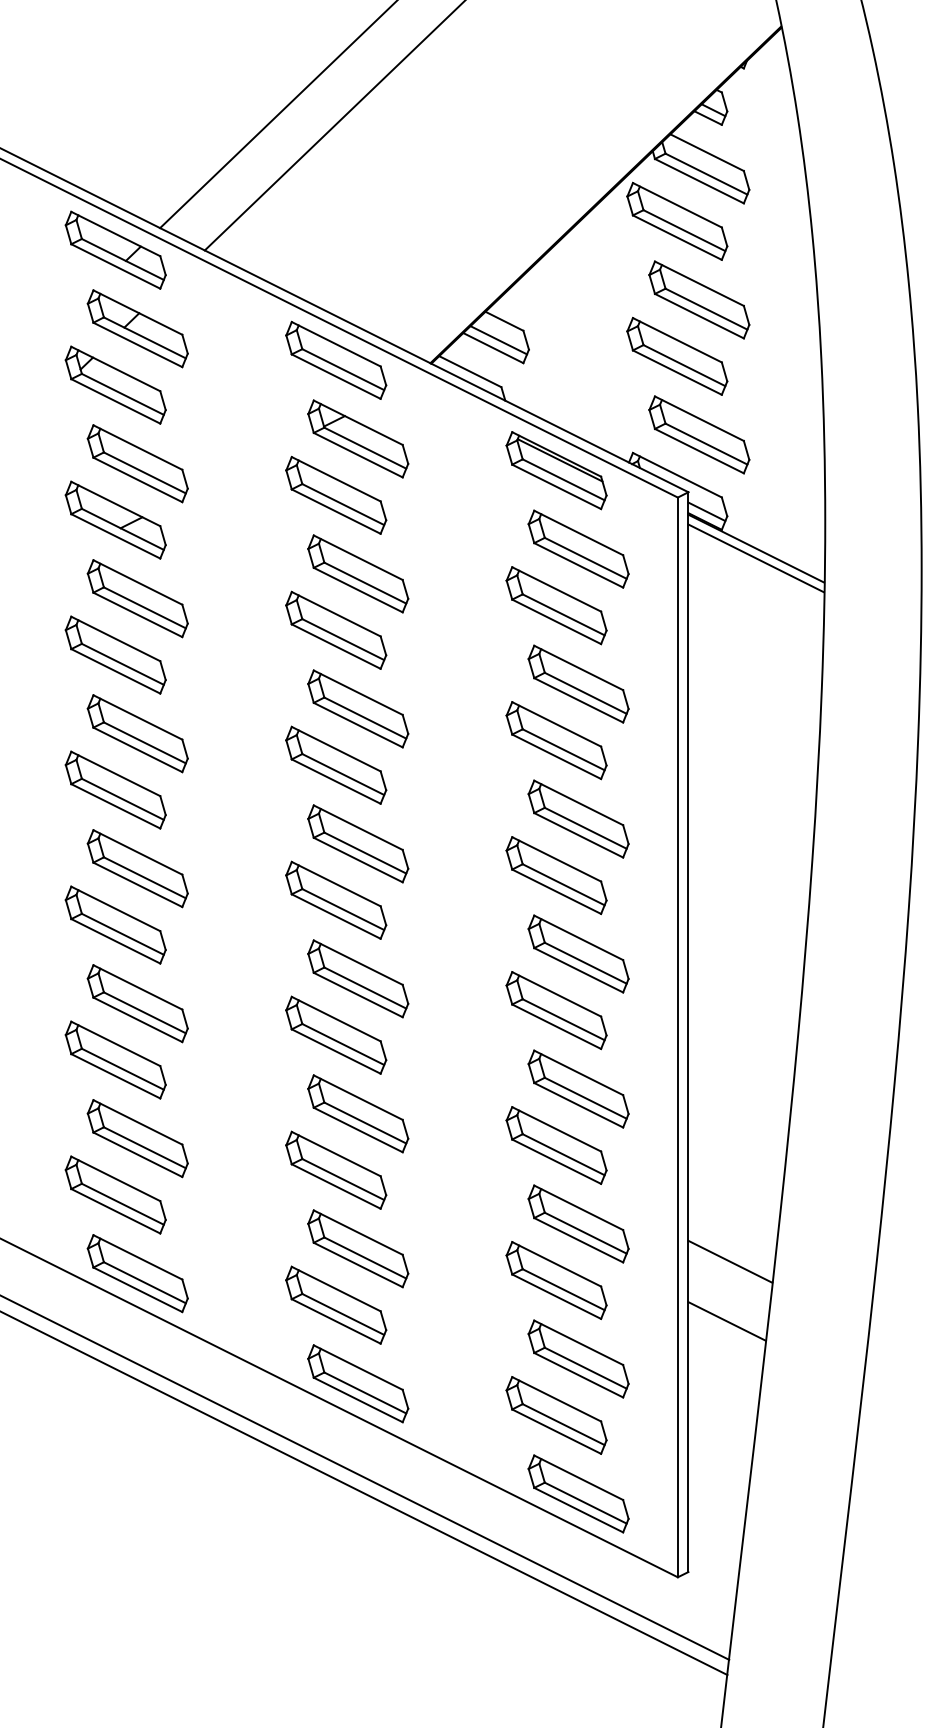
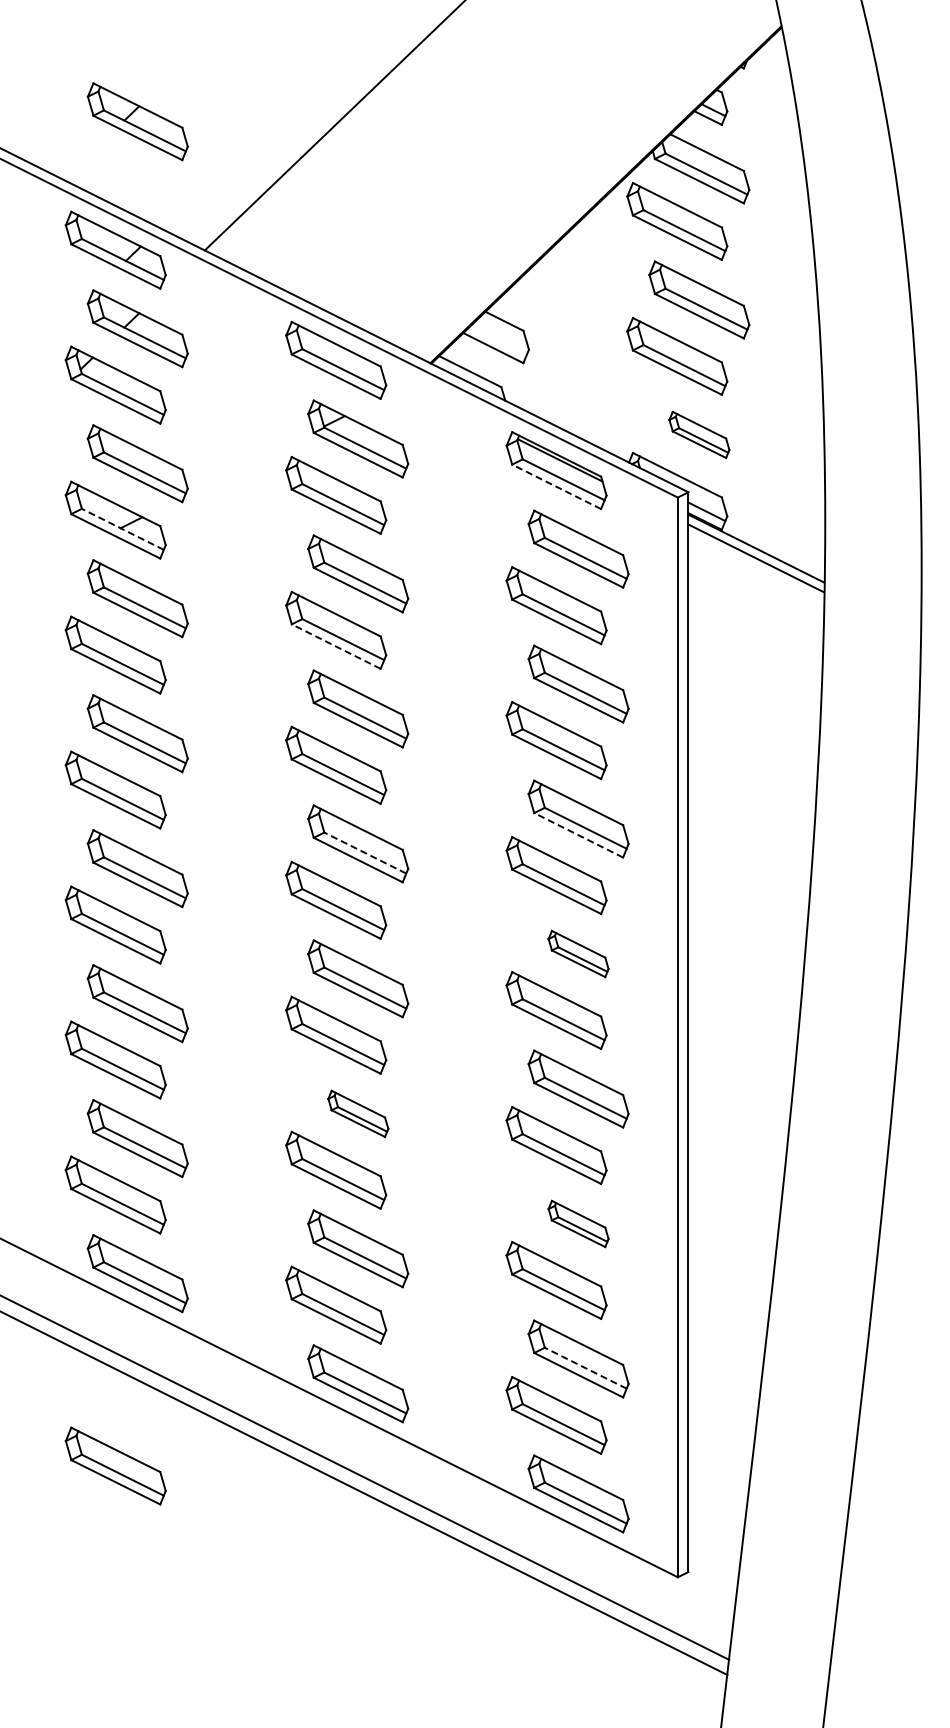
line at (277, 115): present -> none
part at (137, 121): none -> present
line at (498, 340): present -> none
part at (699, 434) size: 103x80 px -> 63x50 px
line at (556, 486): solid -> dashed
line at (122, 529): solid -> dashed
line at (336, 646): solid -> dashed
line at (578, 835): solid -> dashed
line at (365, 853): solid -> dashed
part at (578, 953) size: 103x80 px -> 63x50 px
part at (358, 1113) size: 103x80 px -> 63x50 px
part at (578, 1223) size: 103x80 px -> 63x50 px
line at (730, 1261): present -> none
line at (726, 1321): present -> none
line at (585, 1368): solid -> dashed
part at (115, 1465): none -> present
